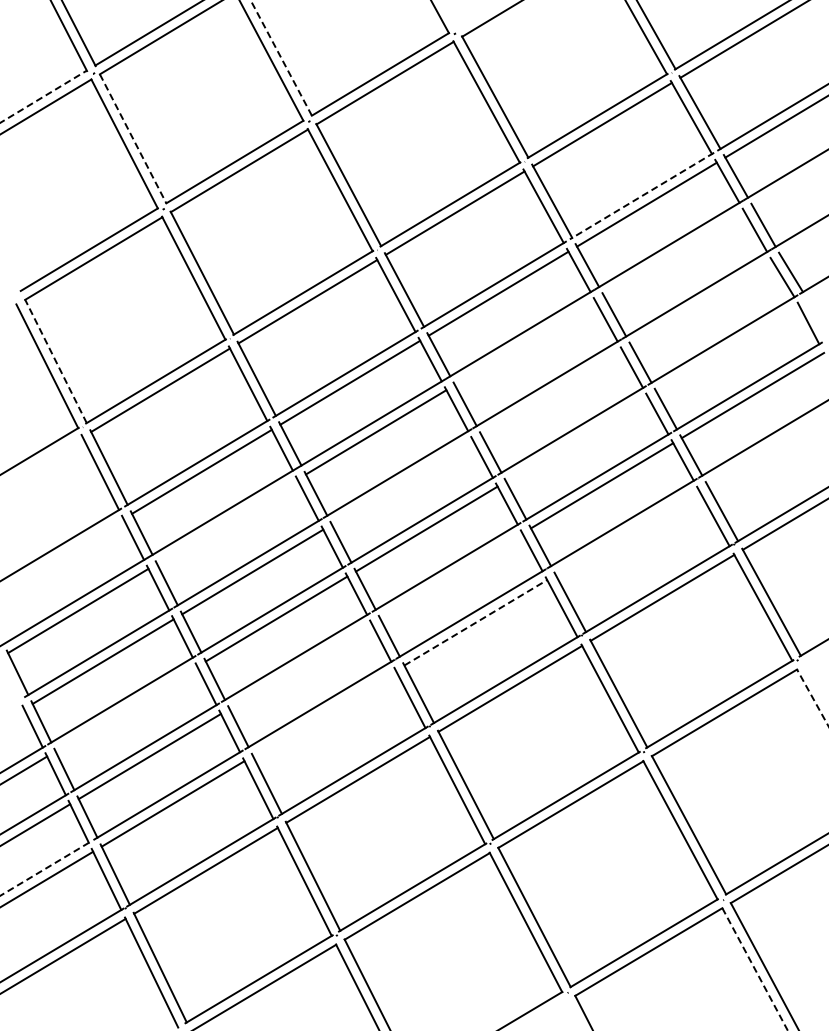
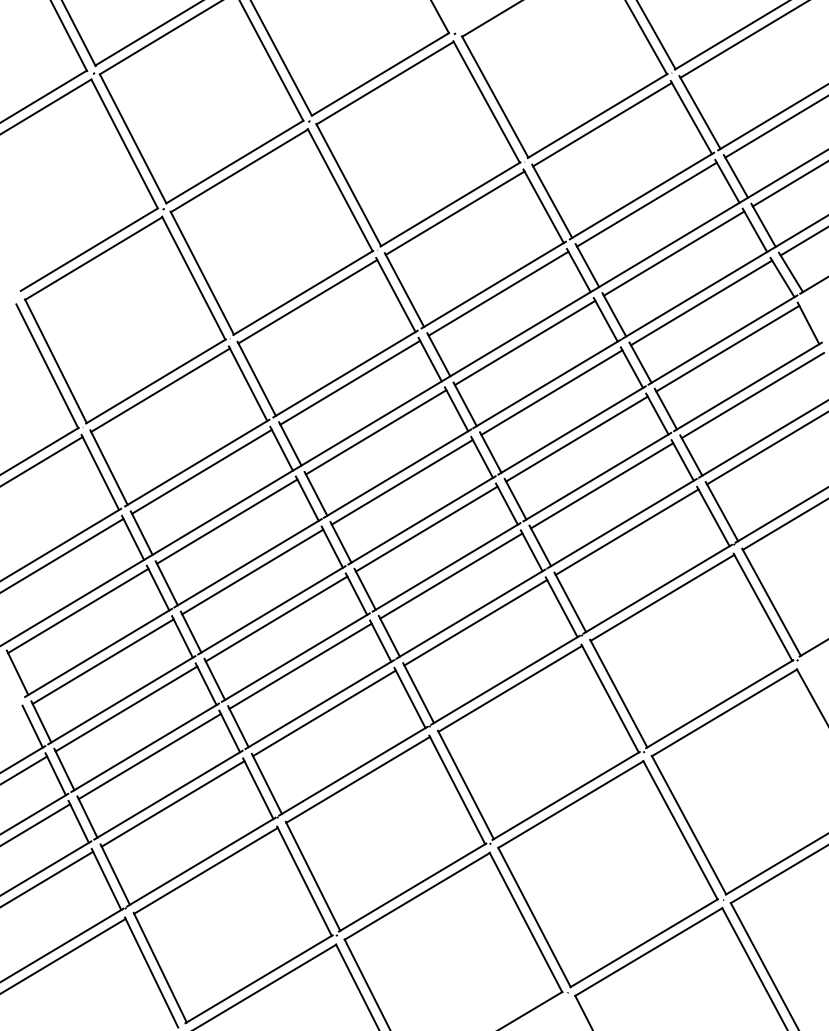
line at (281, 57): dashed -> solid
line at (43, 96): dashed -> solid
line at (133, 138): dashed -> solid
line at (788, 184): none -> present
line at (641, 196): dashed -> solid
line at (802, 241): none -> present
line at (673, 253): none -> present
line at (701, 302): none -> present
line at (524, 342): none -> present
line at (727, 348): none -> present
line at (55, 360): dashed -> solid
line at (551, 392): none -> present
line at (576, 438): none -> present
line at (766, 448): none -> present
line at (42, 461): none -> present
line at (401, 482): none -> present
line at (227, 521): none -> present
line at (626, 531): none -> present
line at (62, 554): none -> present
line at (451, 575): none -> present
line at (476, 622): dashed -> solid
line at (300, 665): none -> present
line at (812, 698): dashed -> solid
line at (126, 708): none -> present
line at (324, 713): none -> present
line at (45, 868): dashed -> solid
line at (755, 969): dashed -> solid
